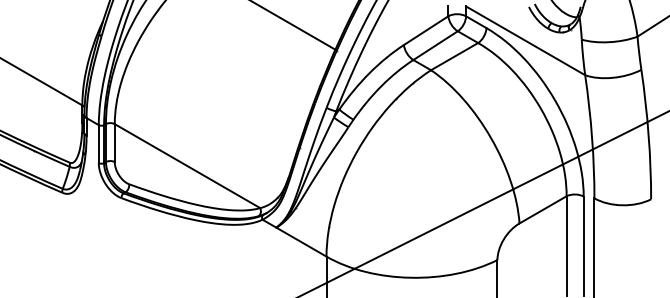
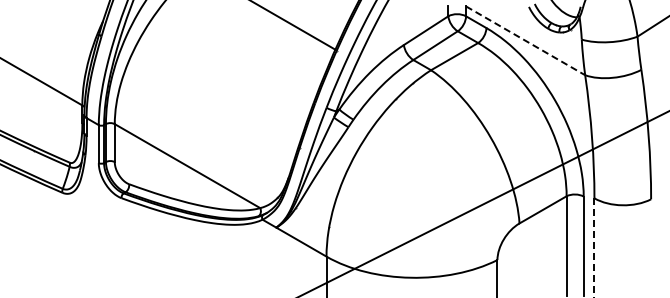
line at (525, 40): solid -> dashed
line at (594, 248): solid -> dashed
